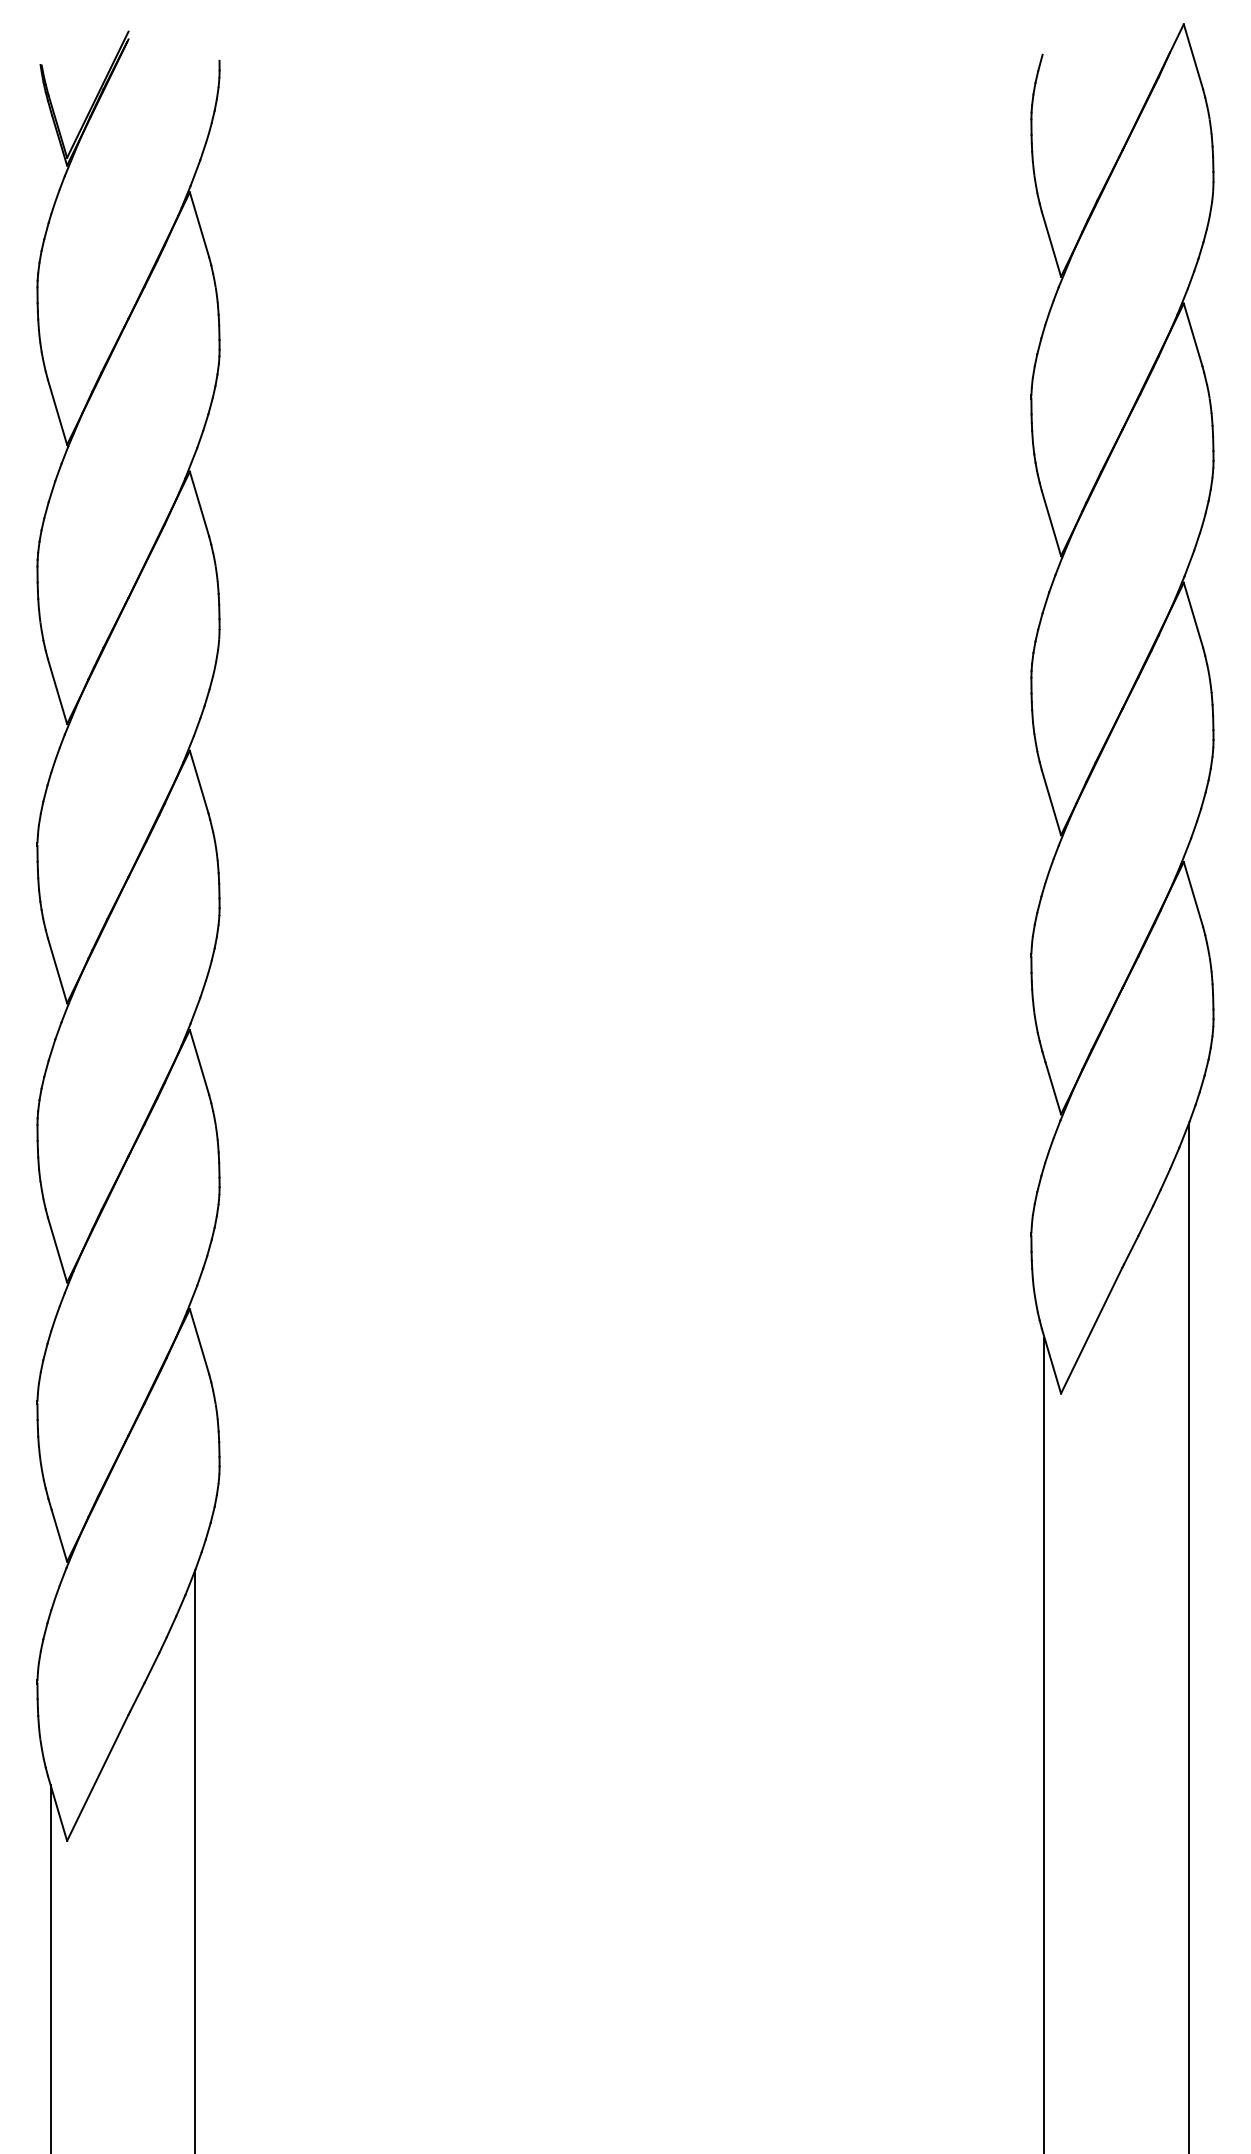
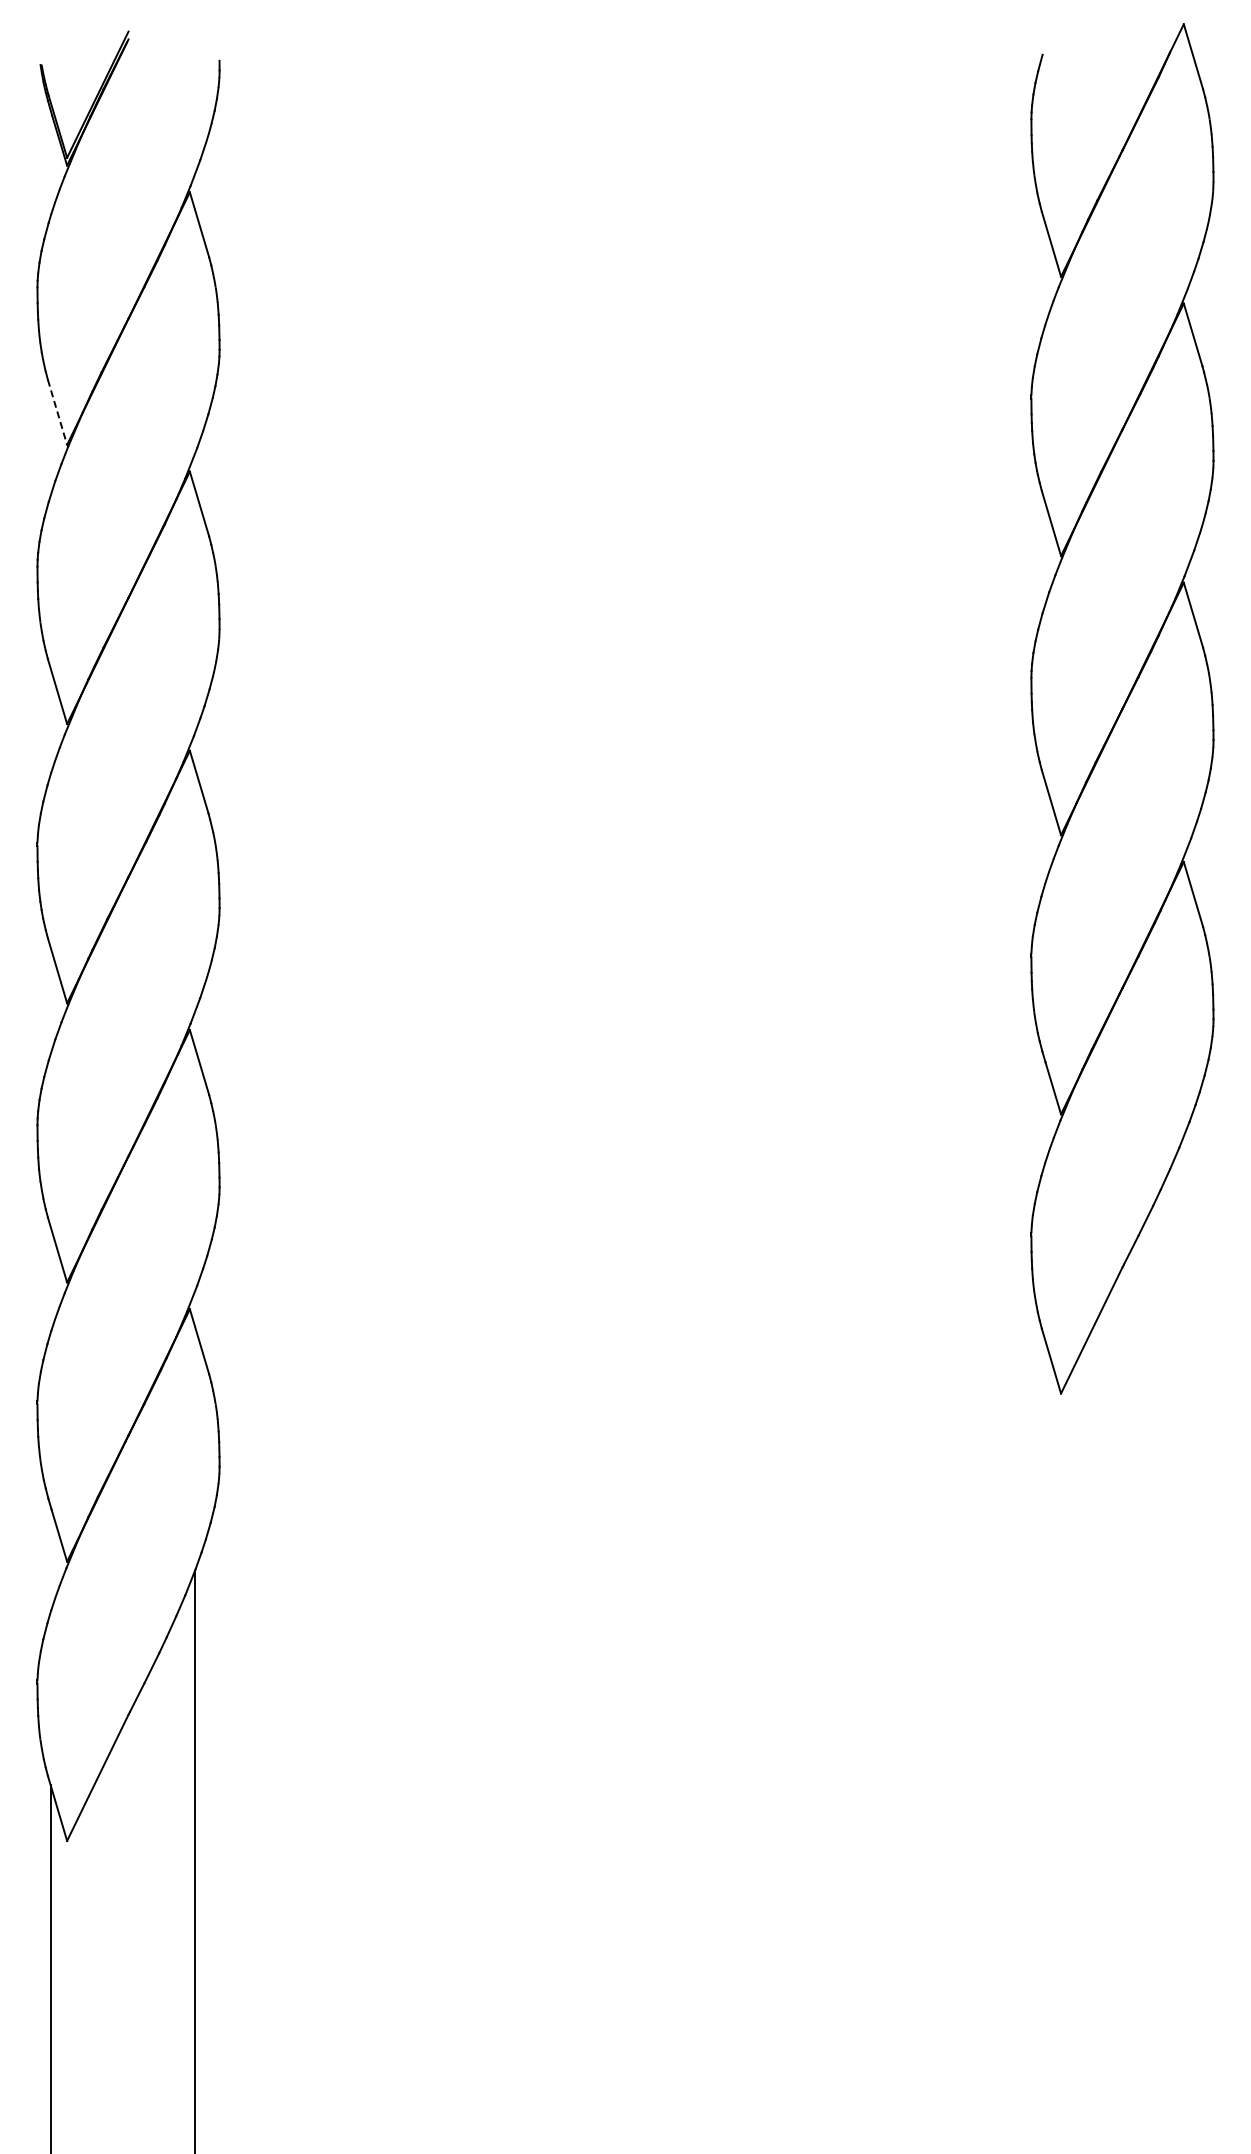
line at (57, 412): solid -> dashed
line at (1188, 1636): present -> none
line at (1044, 1743): present -> none
